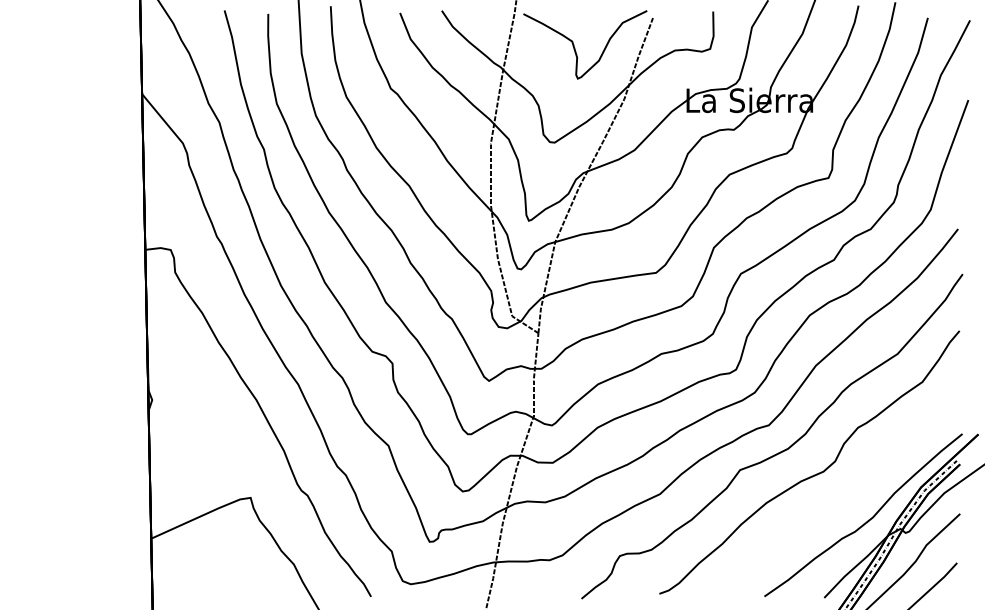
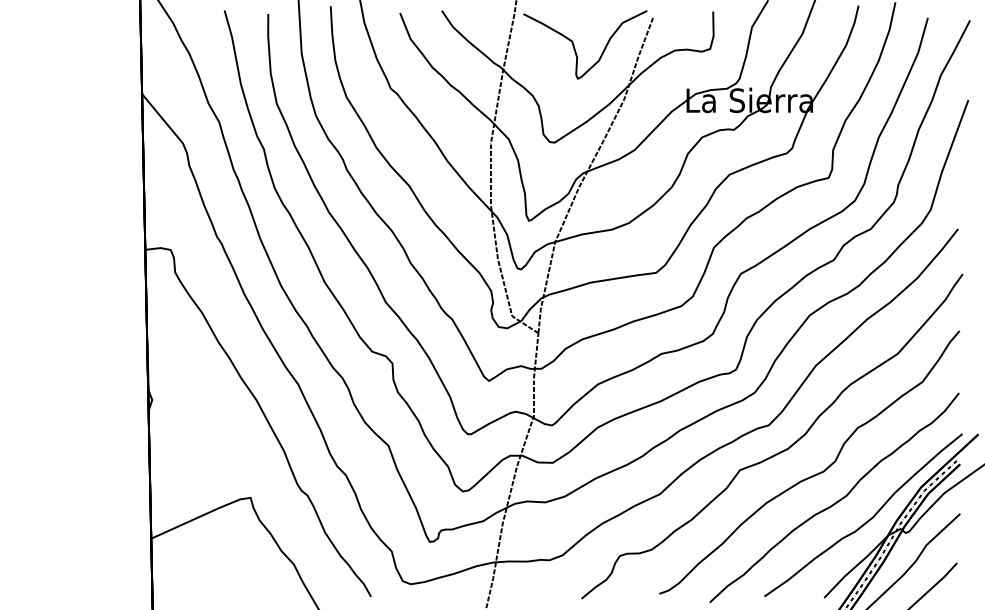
curve at (837, 500): none -> present
